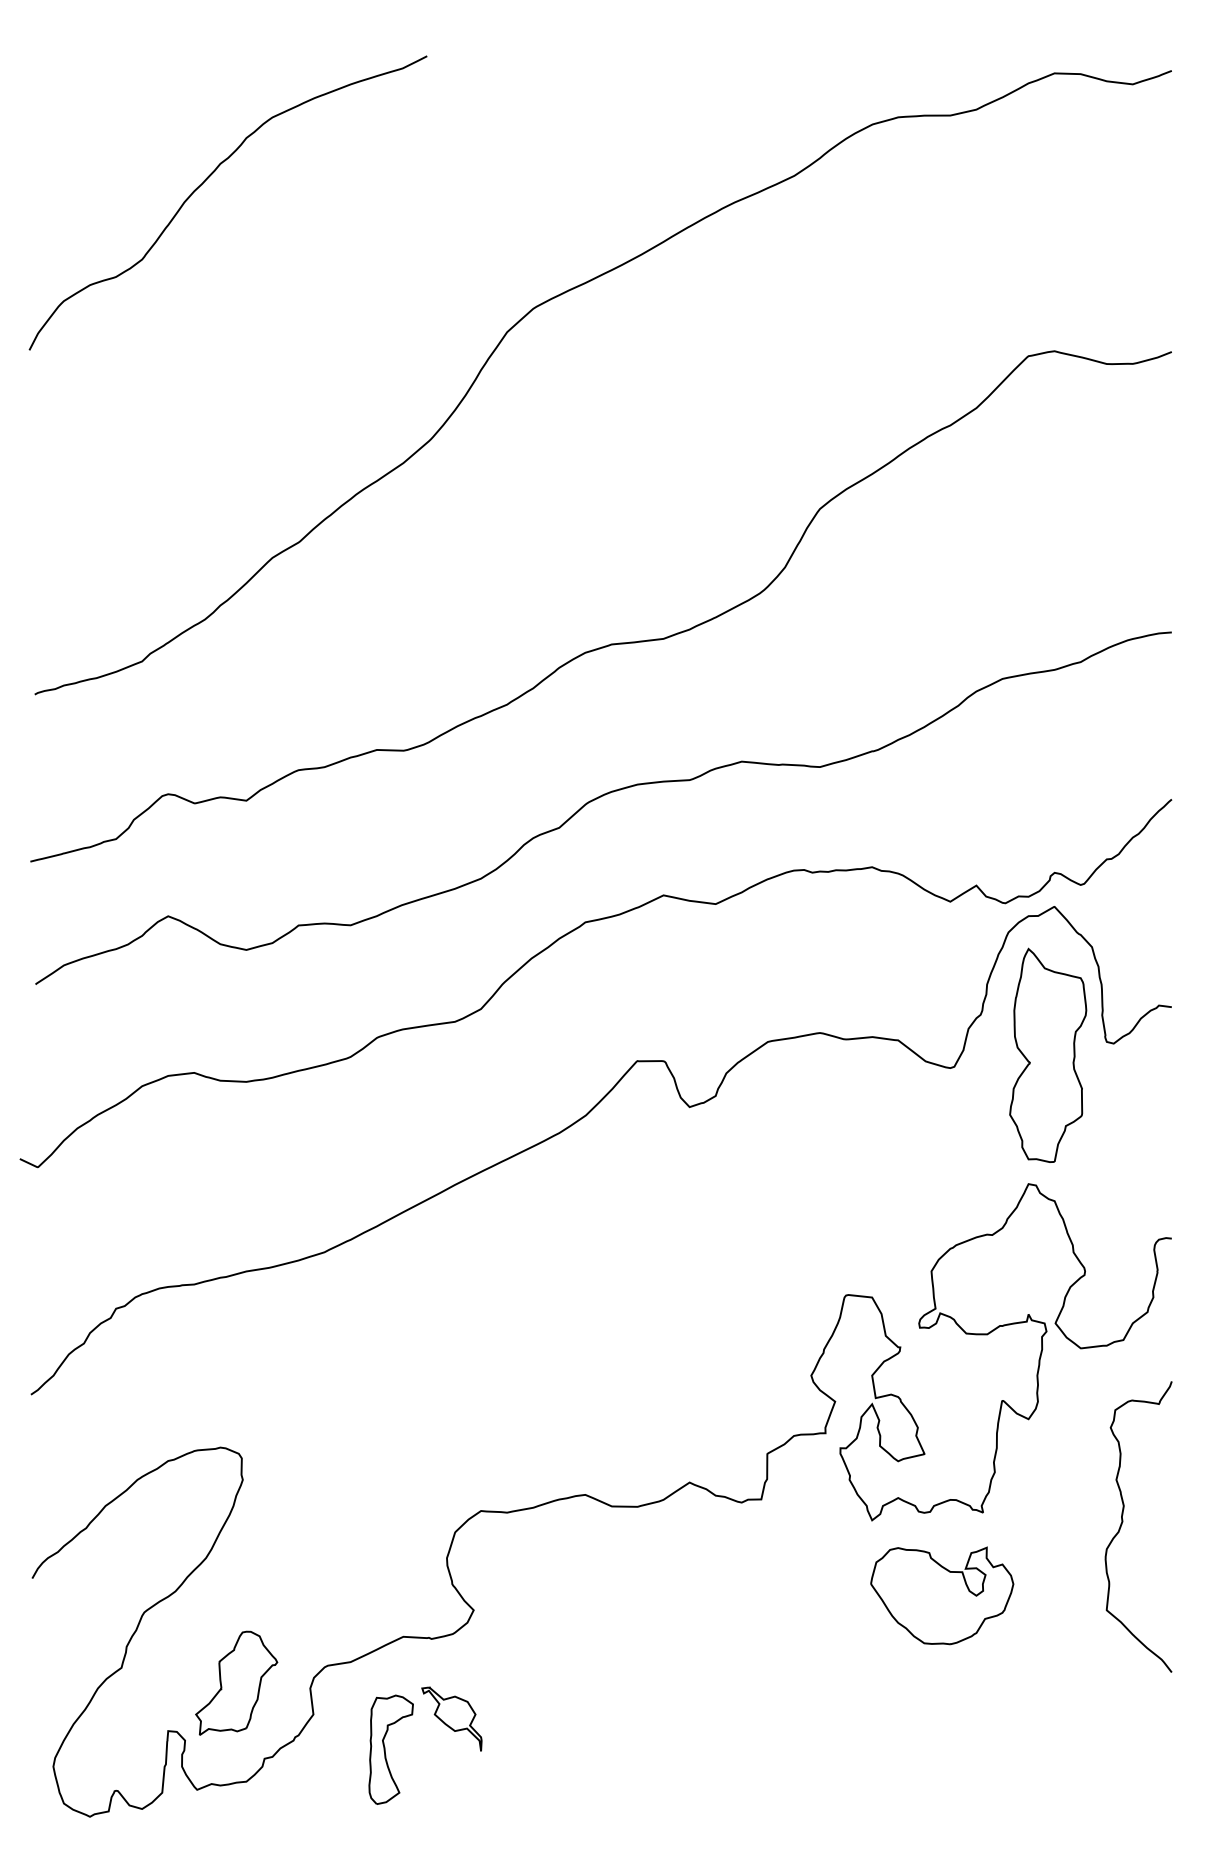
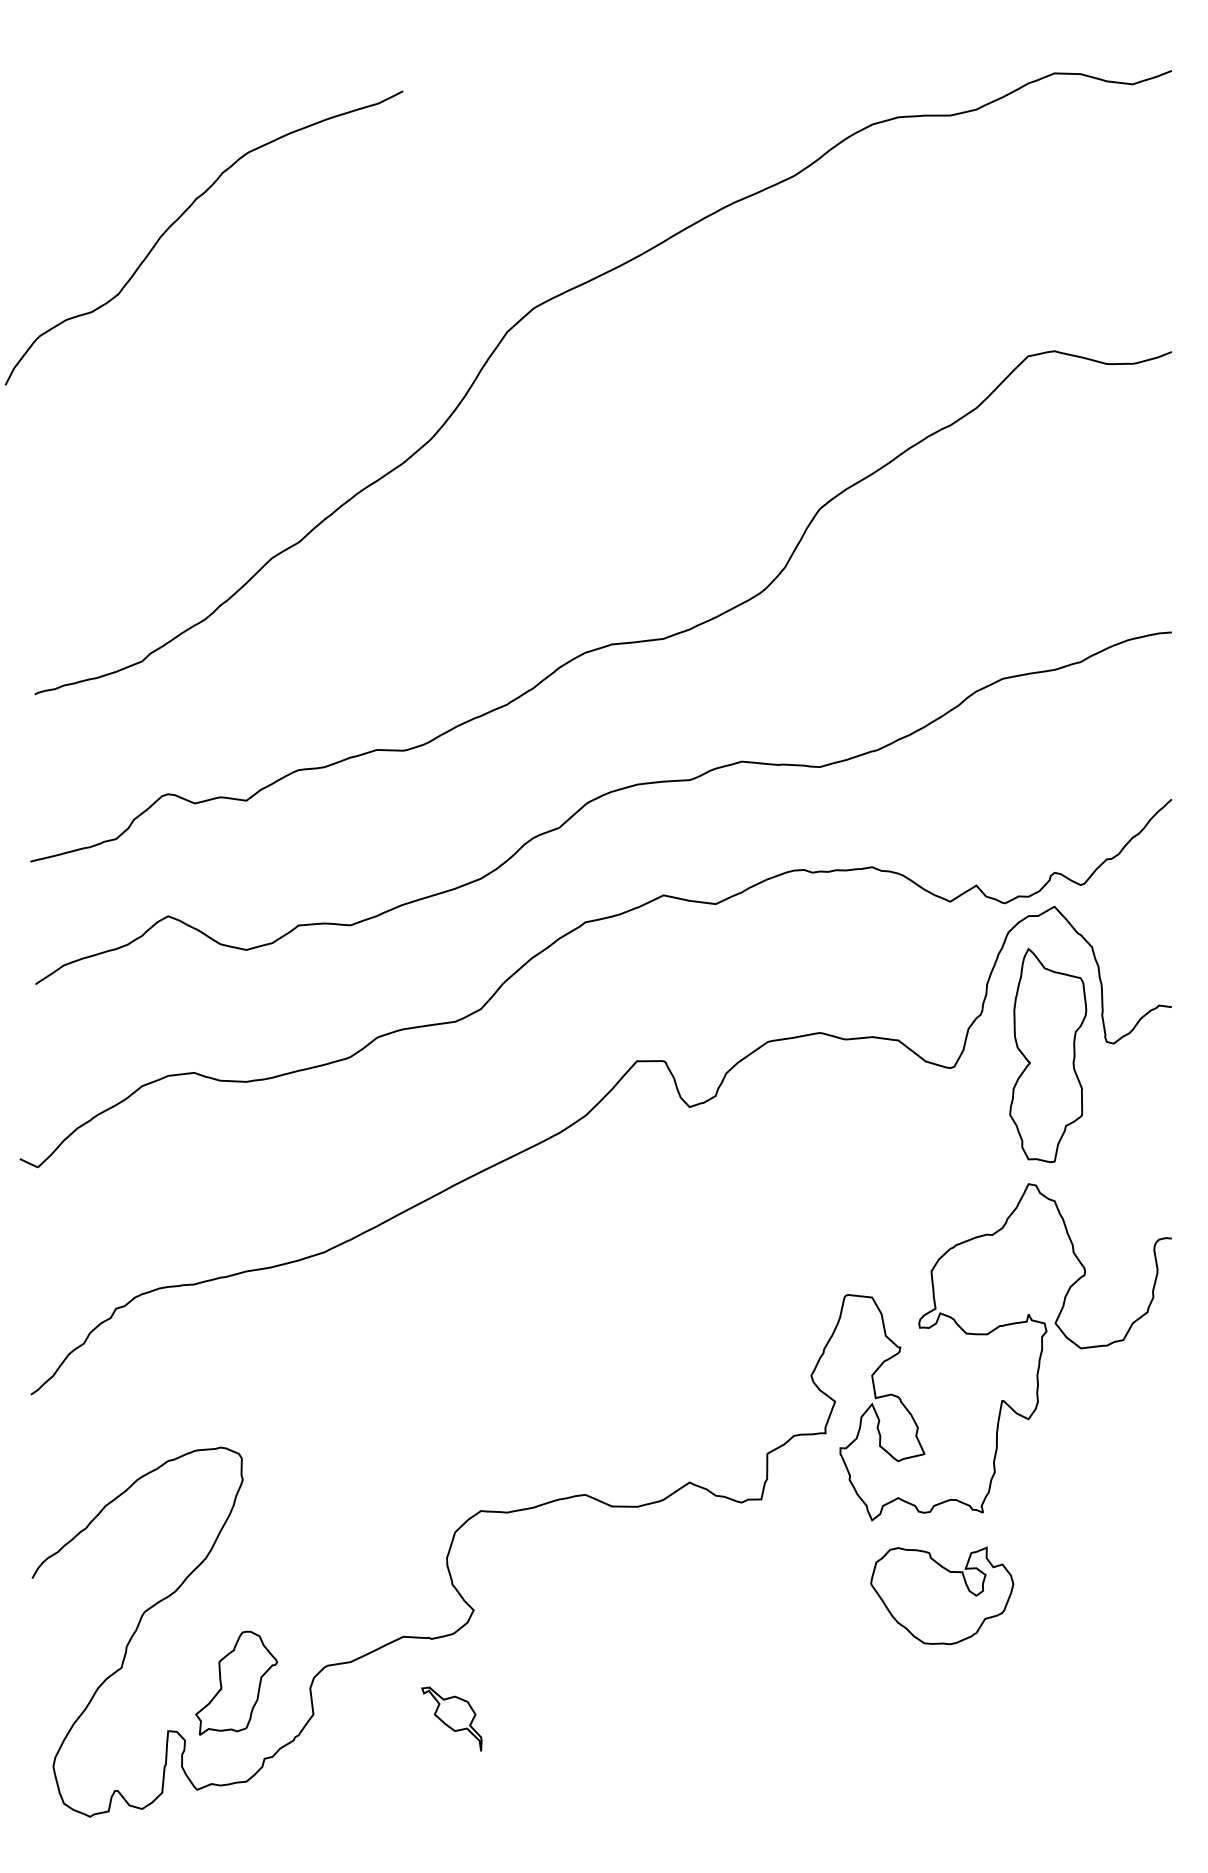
curve at (206, 180) position: (206, 180) -> (182, 215)
curve at (1123, 1522): present -> none
part at (390, 1749): present -> none
